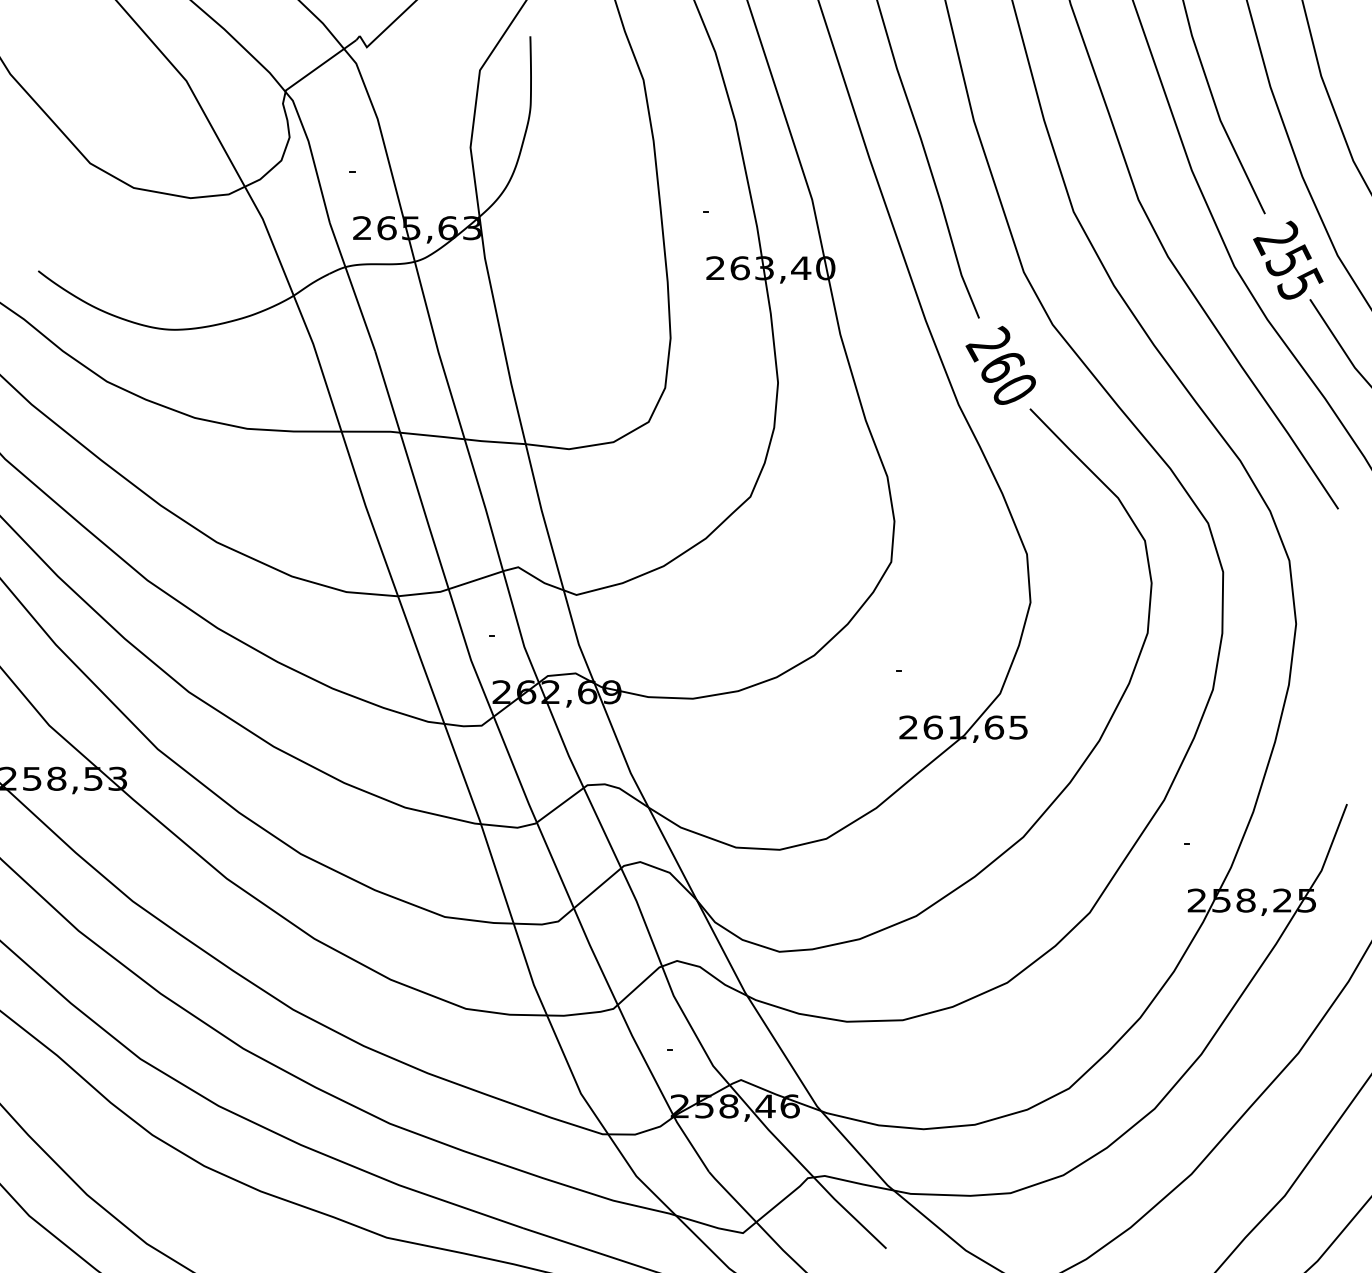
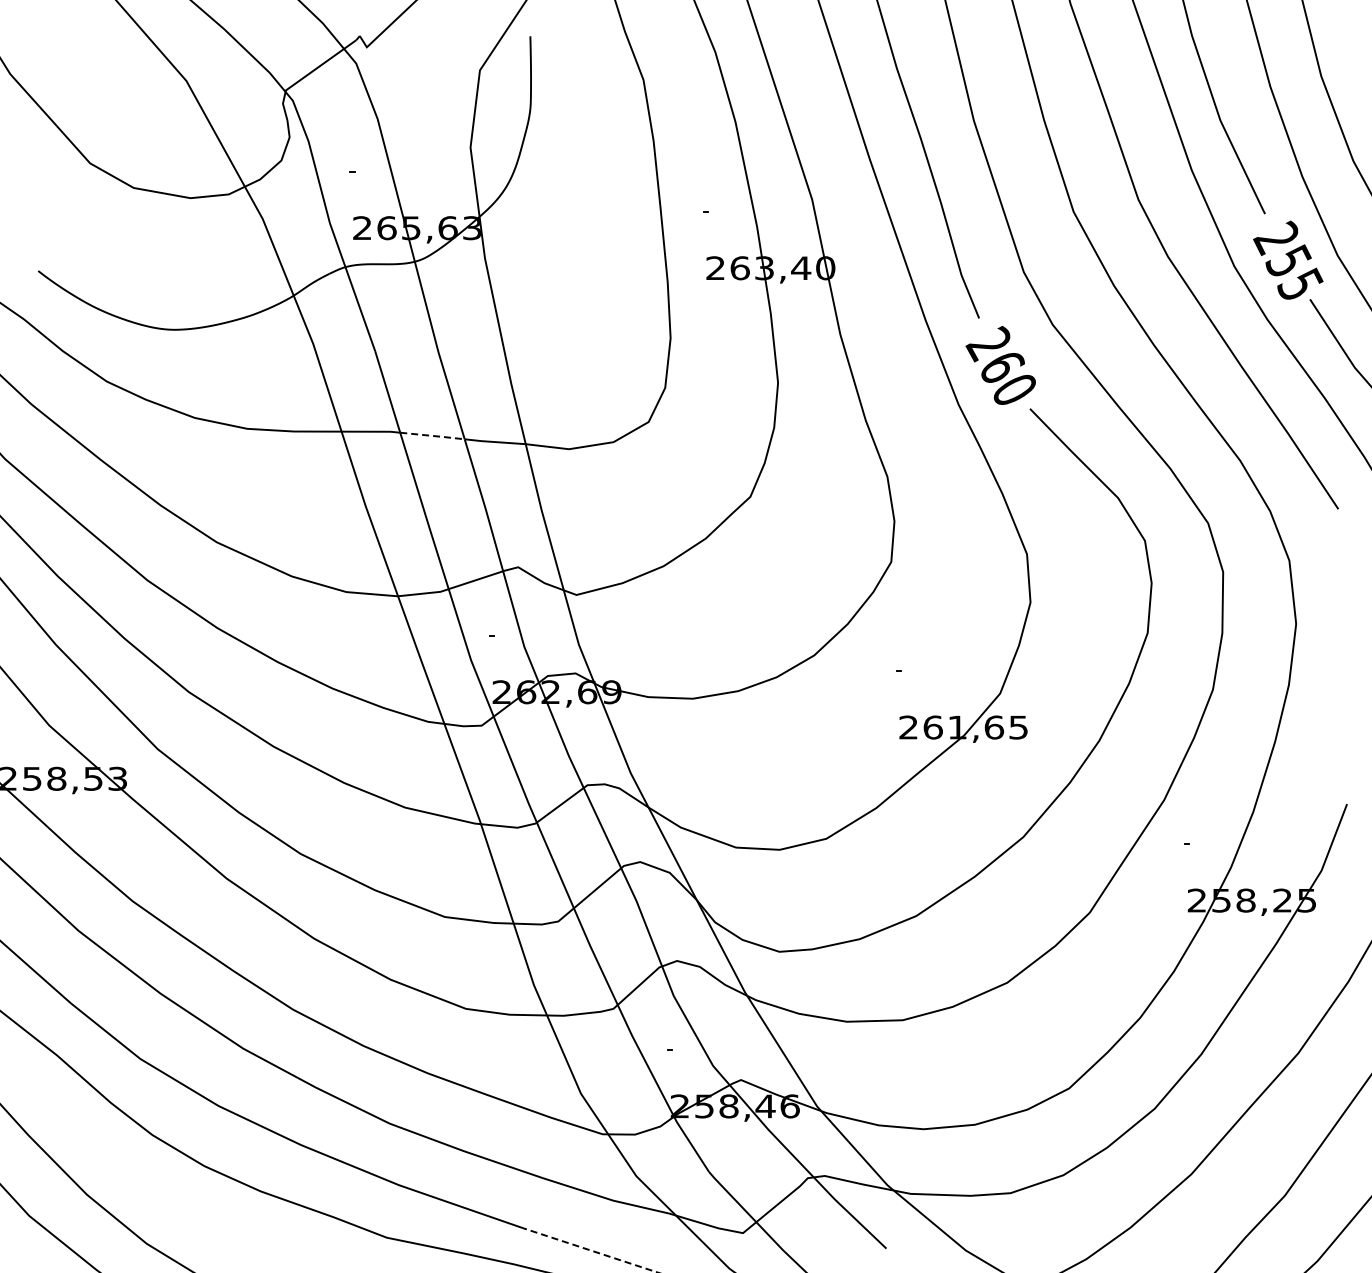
line at (432, 435): solid -> dashed
line at (590, 1250): solid -> dashed
